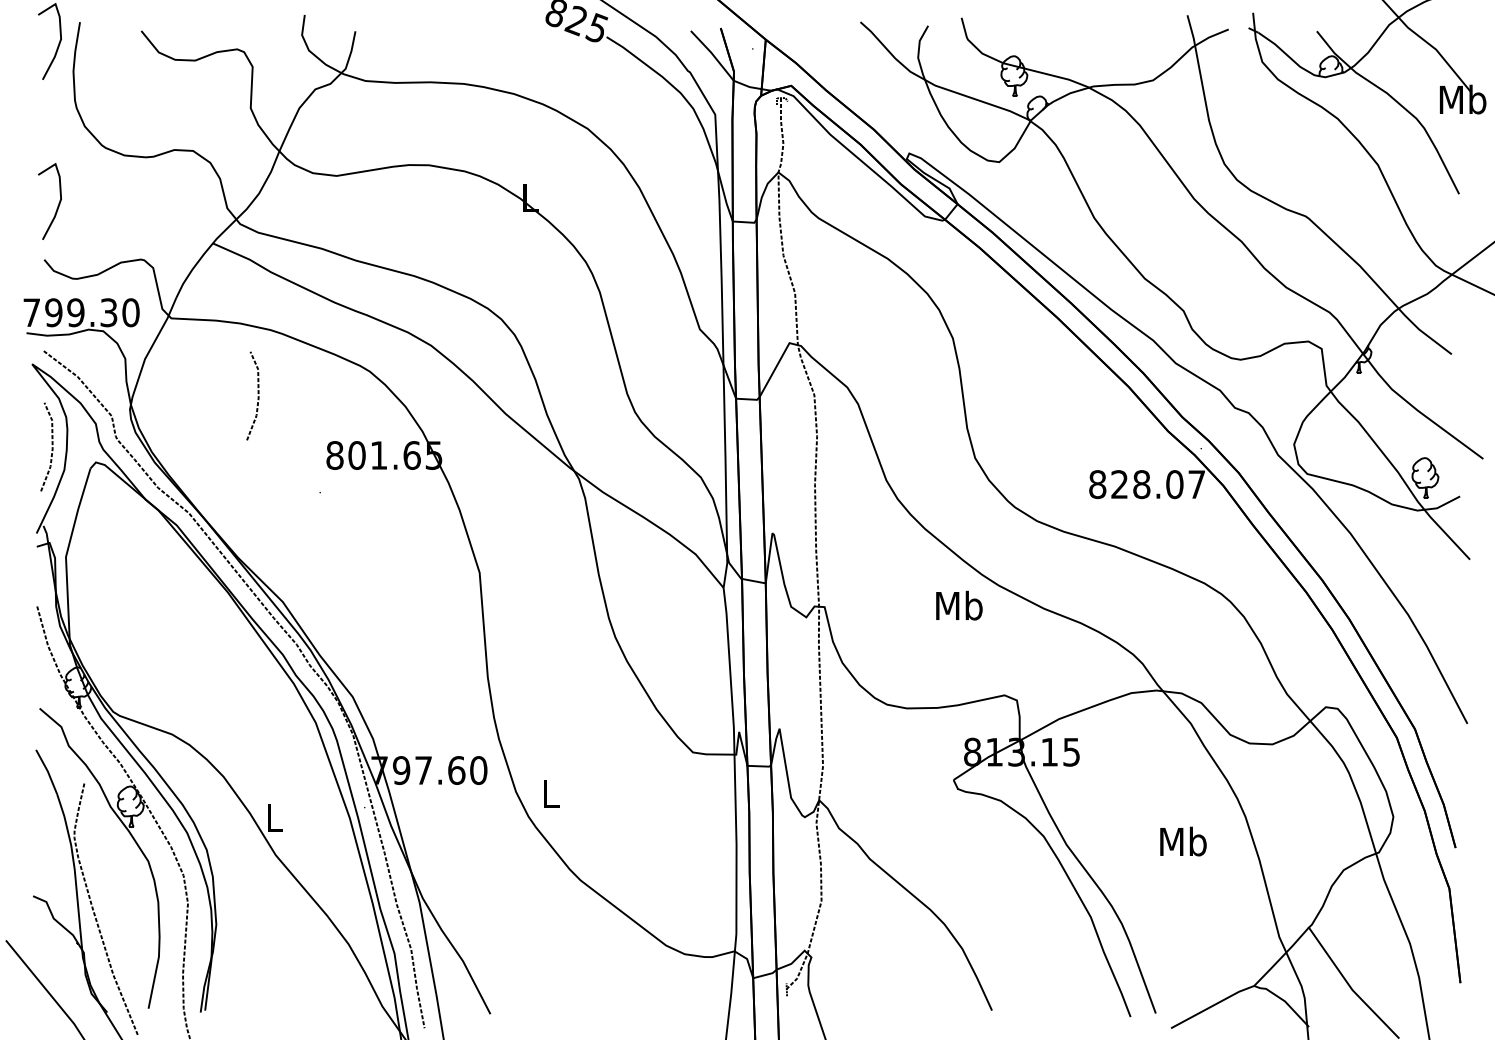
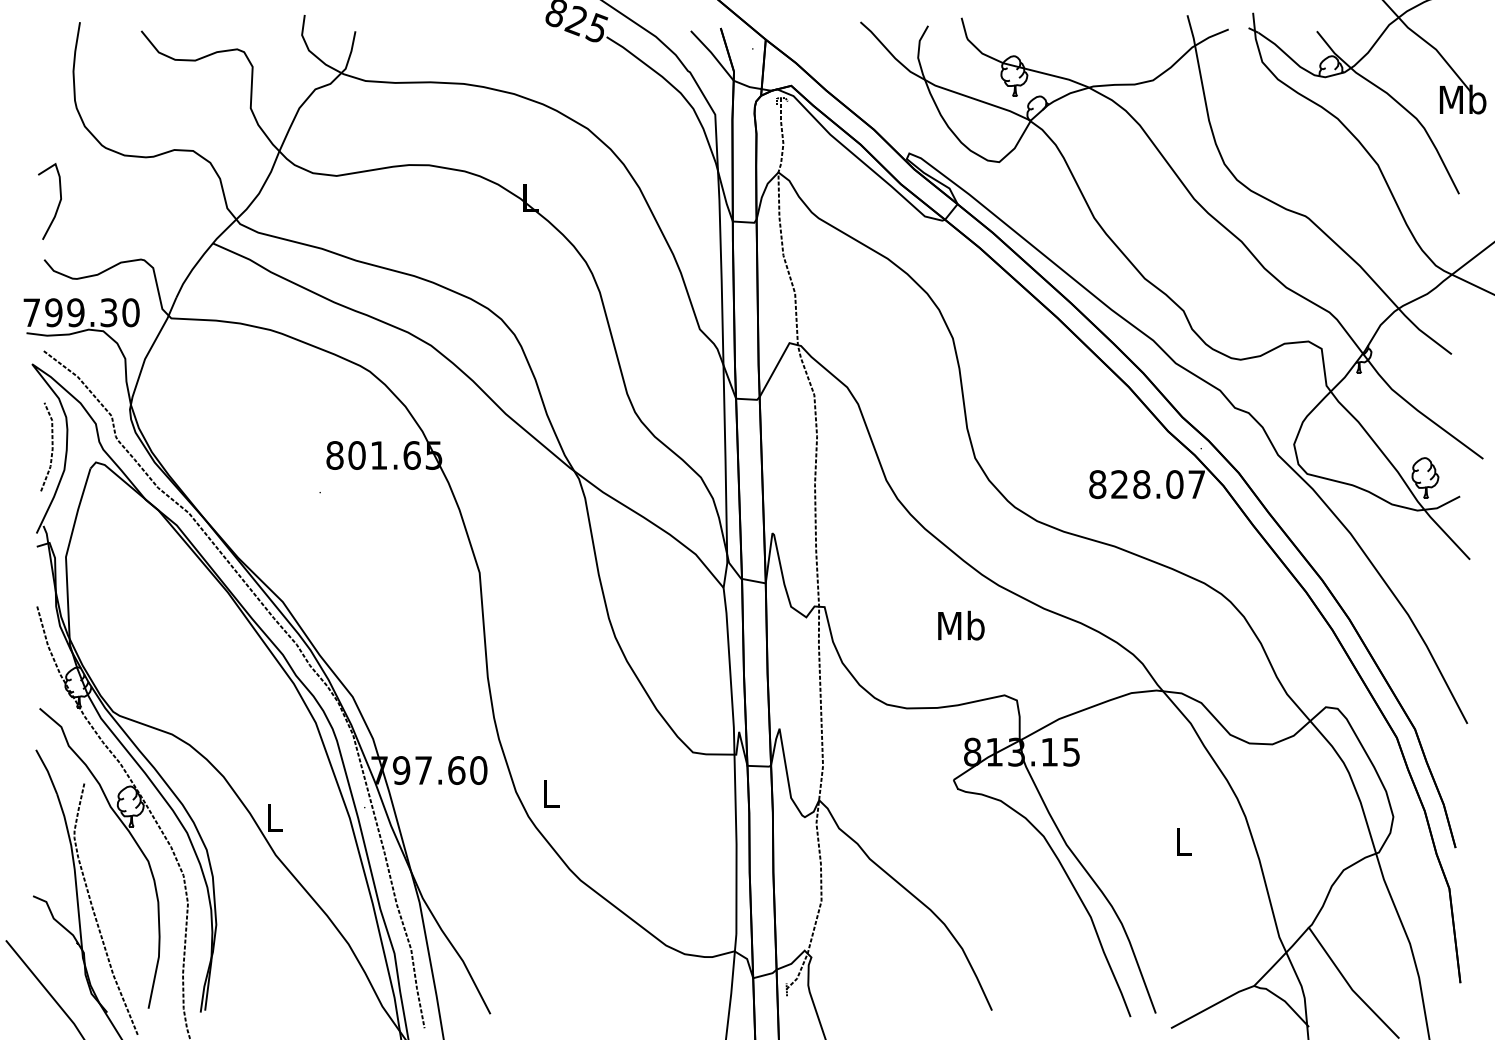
curve at (57, 45): present -> none
line at (257, 396): present -> none
text at (959, 605) position: (959, 605) -> (961, 625)
text at (1183, 841): Mb -> L
